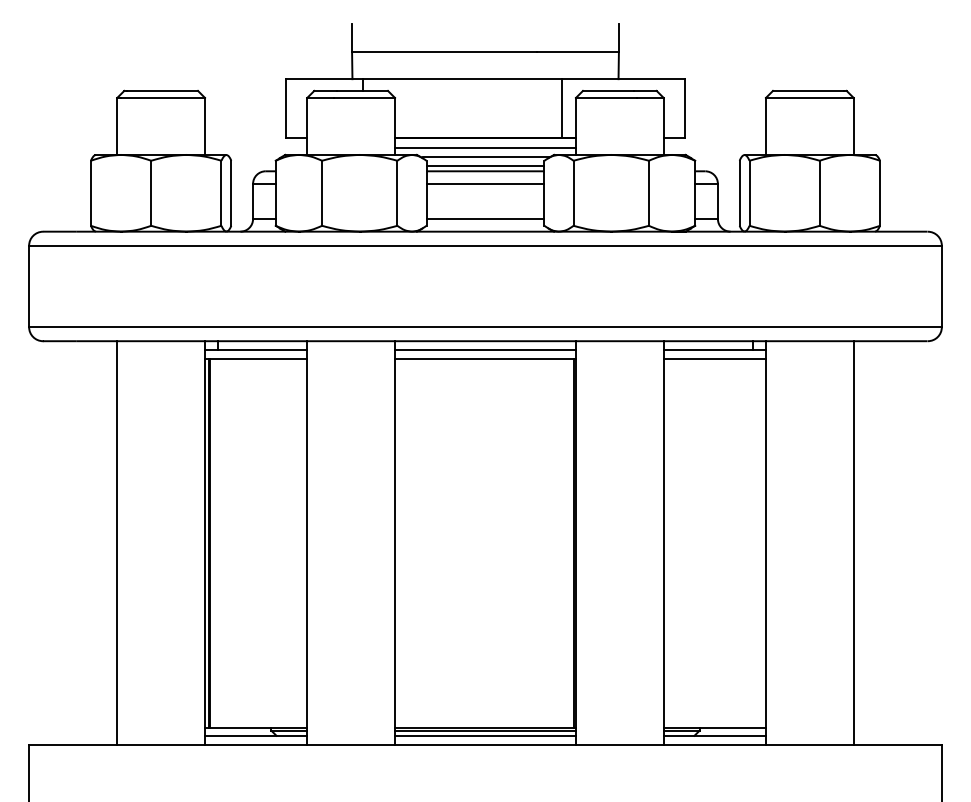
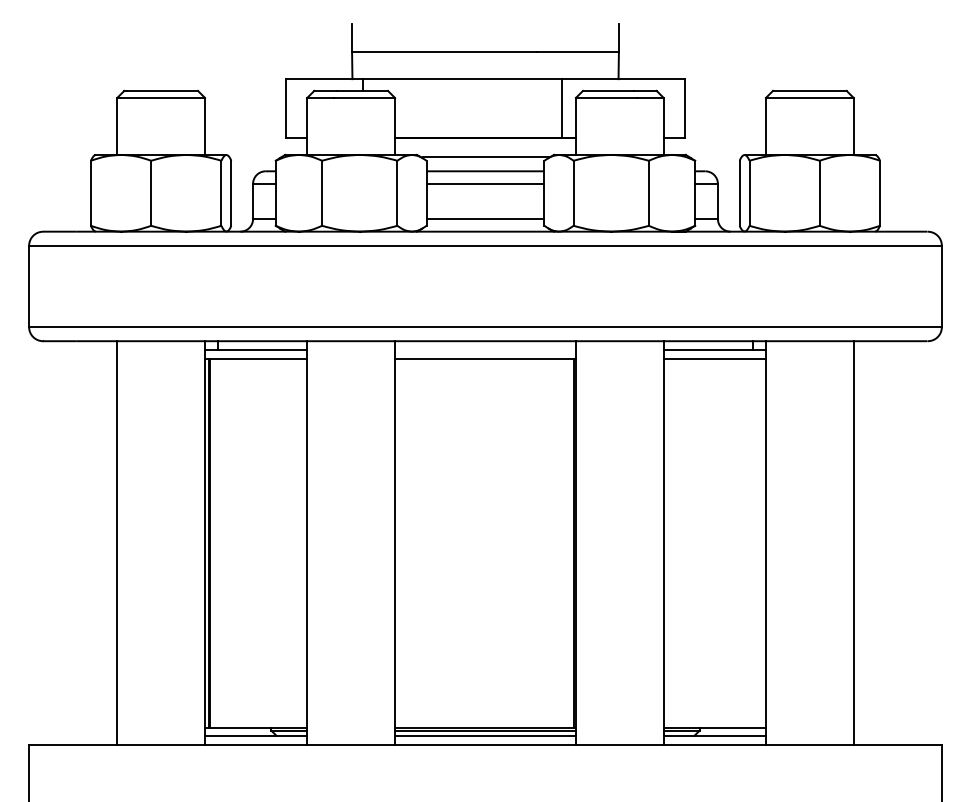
line at (485, 147): present -> none
line at (485, 166): present -> none
line at (485, 350): present -> none
